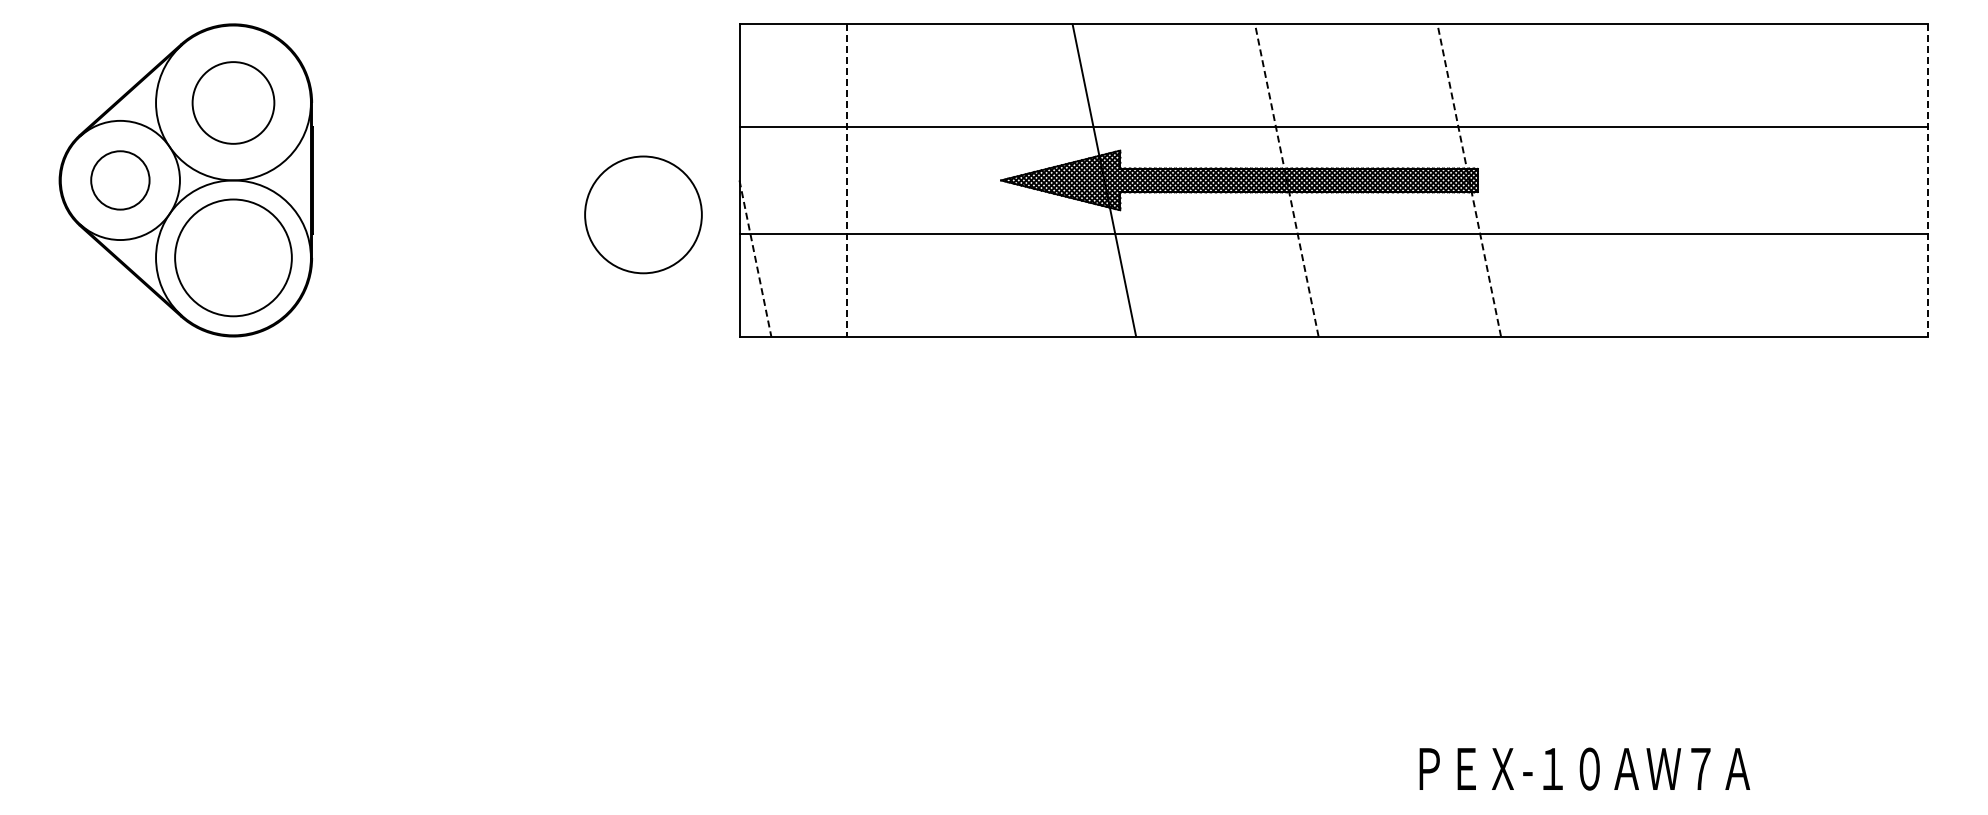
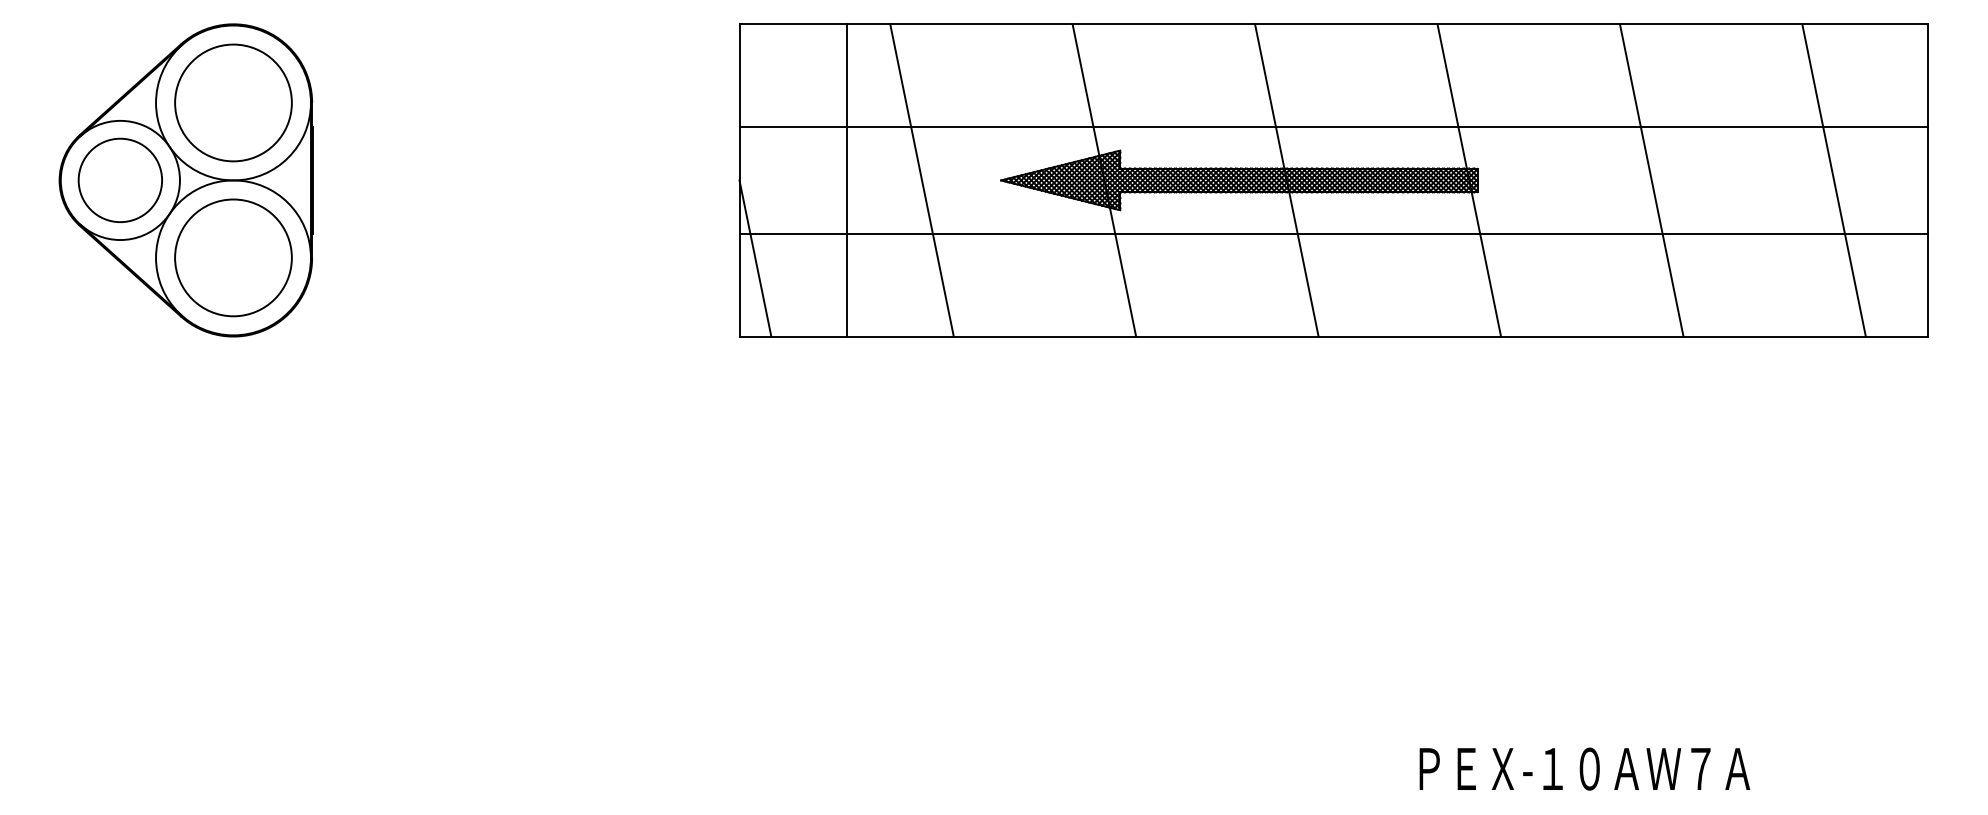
circle at (233, 102) diameter: 82 px -> 117 px
line at (1286, 179): dashed -> solid
line at (1469, 179): dashed -> solid
circle at (120, 180) diameter: 58 px -> 83 px
line at (846, 180): dashed -> solid
line at (921, 180): none -> present
line at (1651, 180): none -> present
line at (1833, 180): none -> present
line at (1928, 180): dashed -> solid
circle at (643, 214): present -> none
line at (755, 258): dashed -> solid
